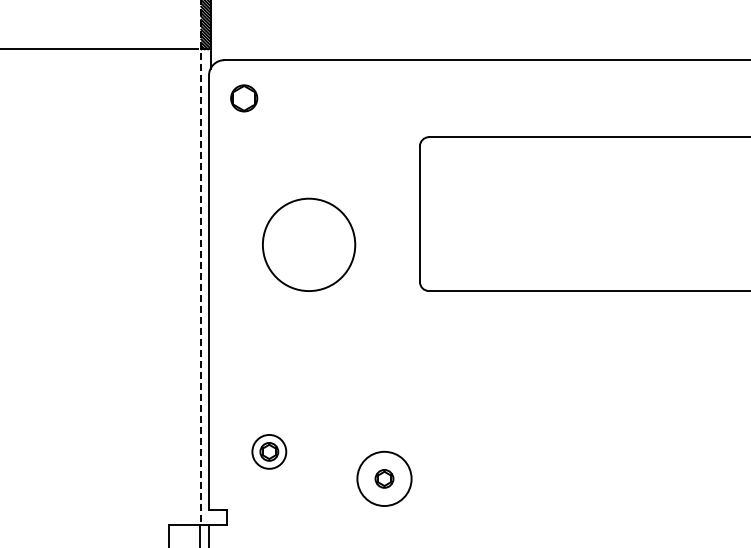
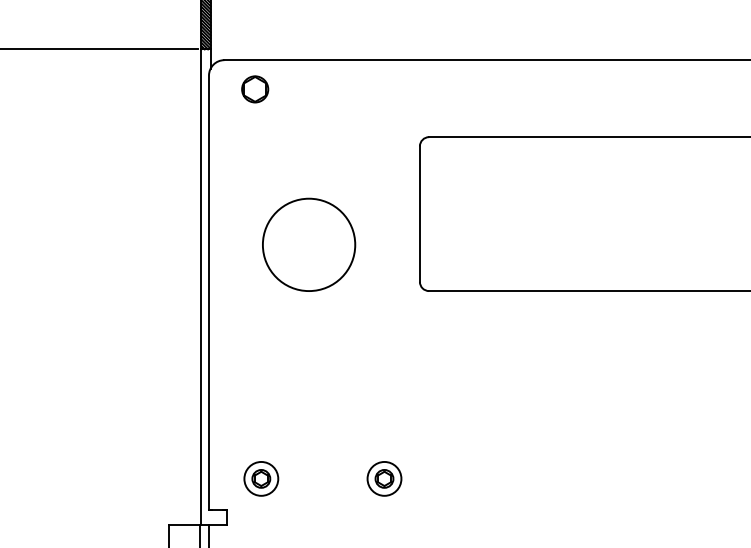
part at (244, 98) position: (244, 98) -> (255, 89)
line at (201, 263): dashed -> solid
part at (269, 451) position: (269, 451) -> (261, 478)
circle at (384, 478) diameter: 54 px -> 34 px
